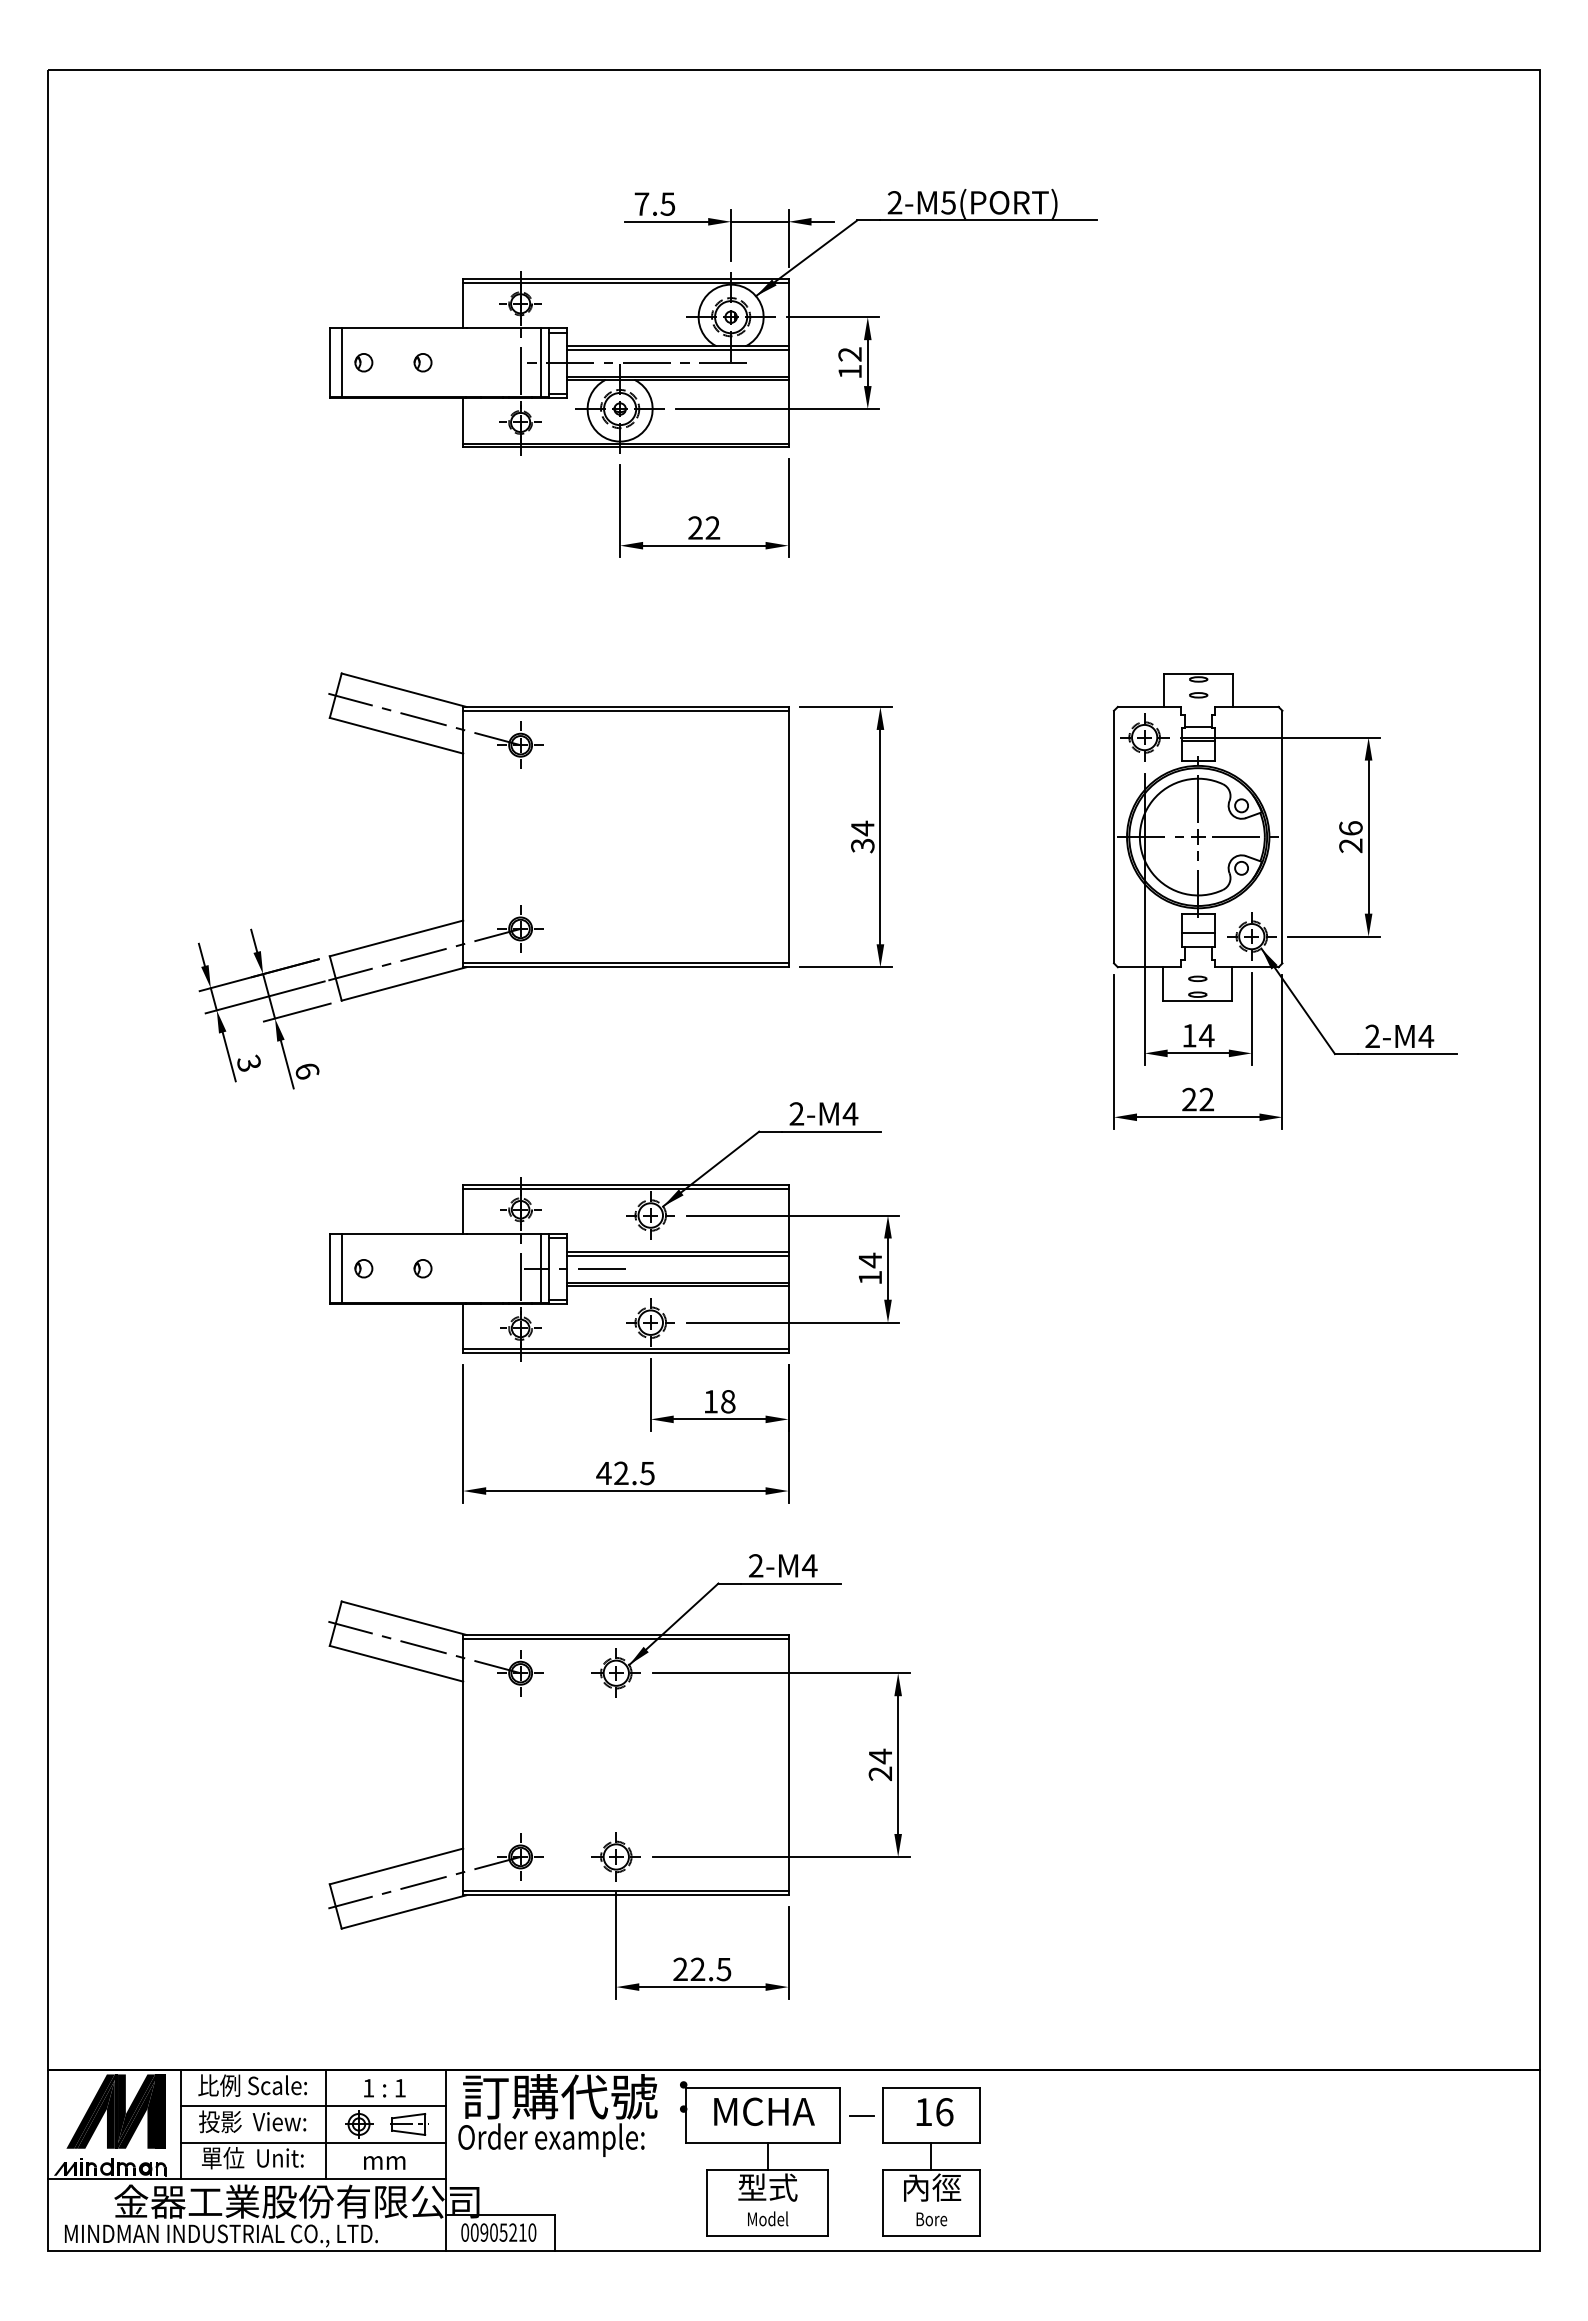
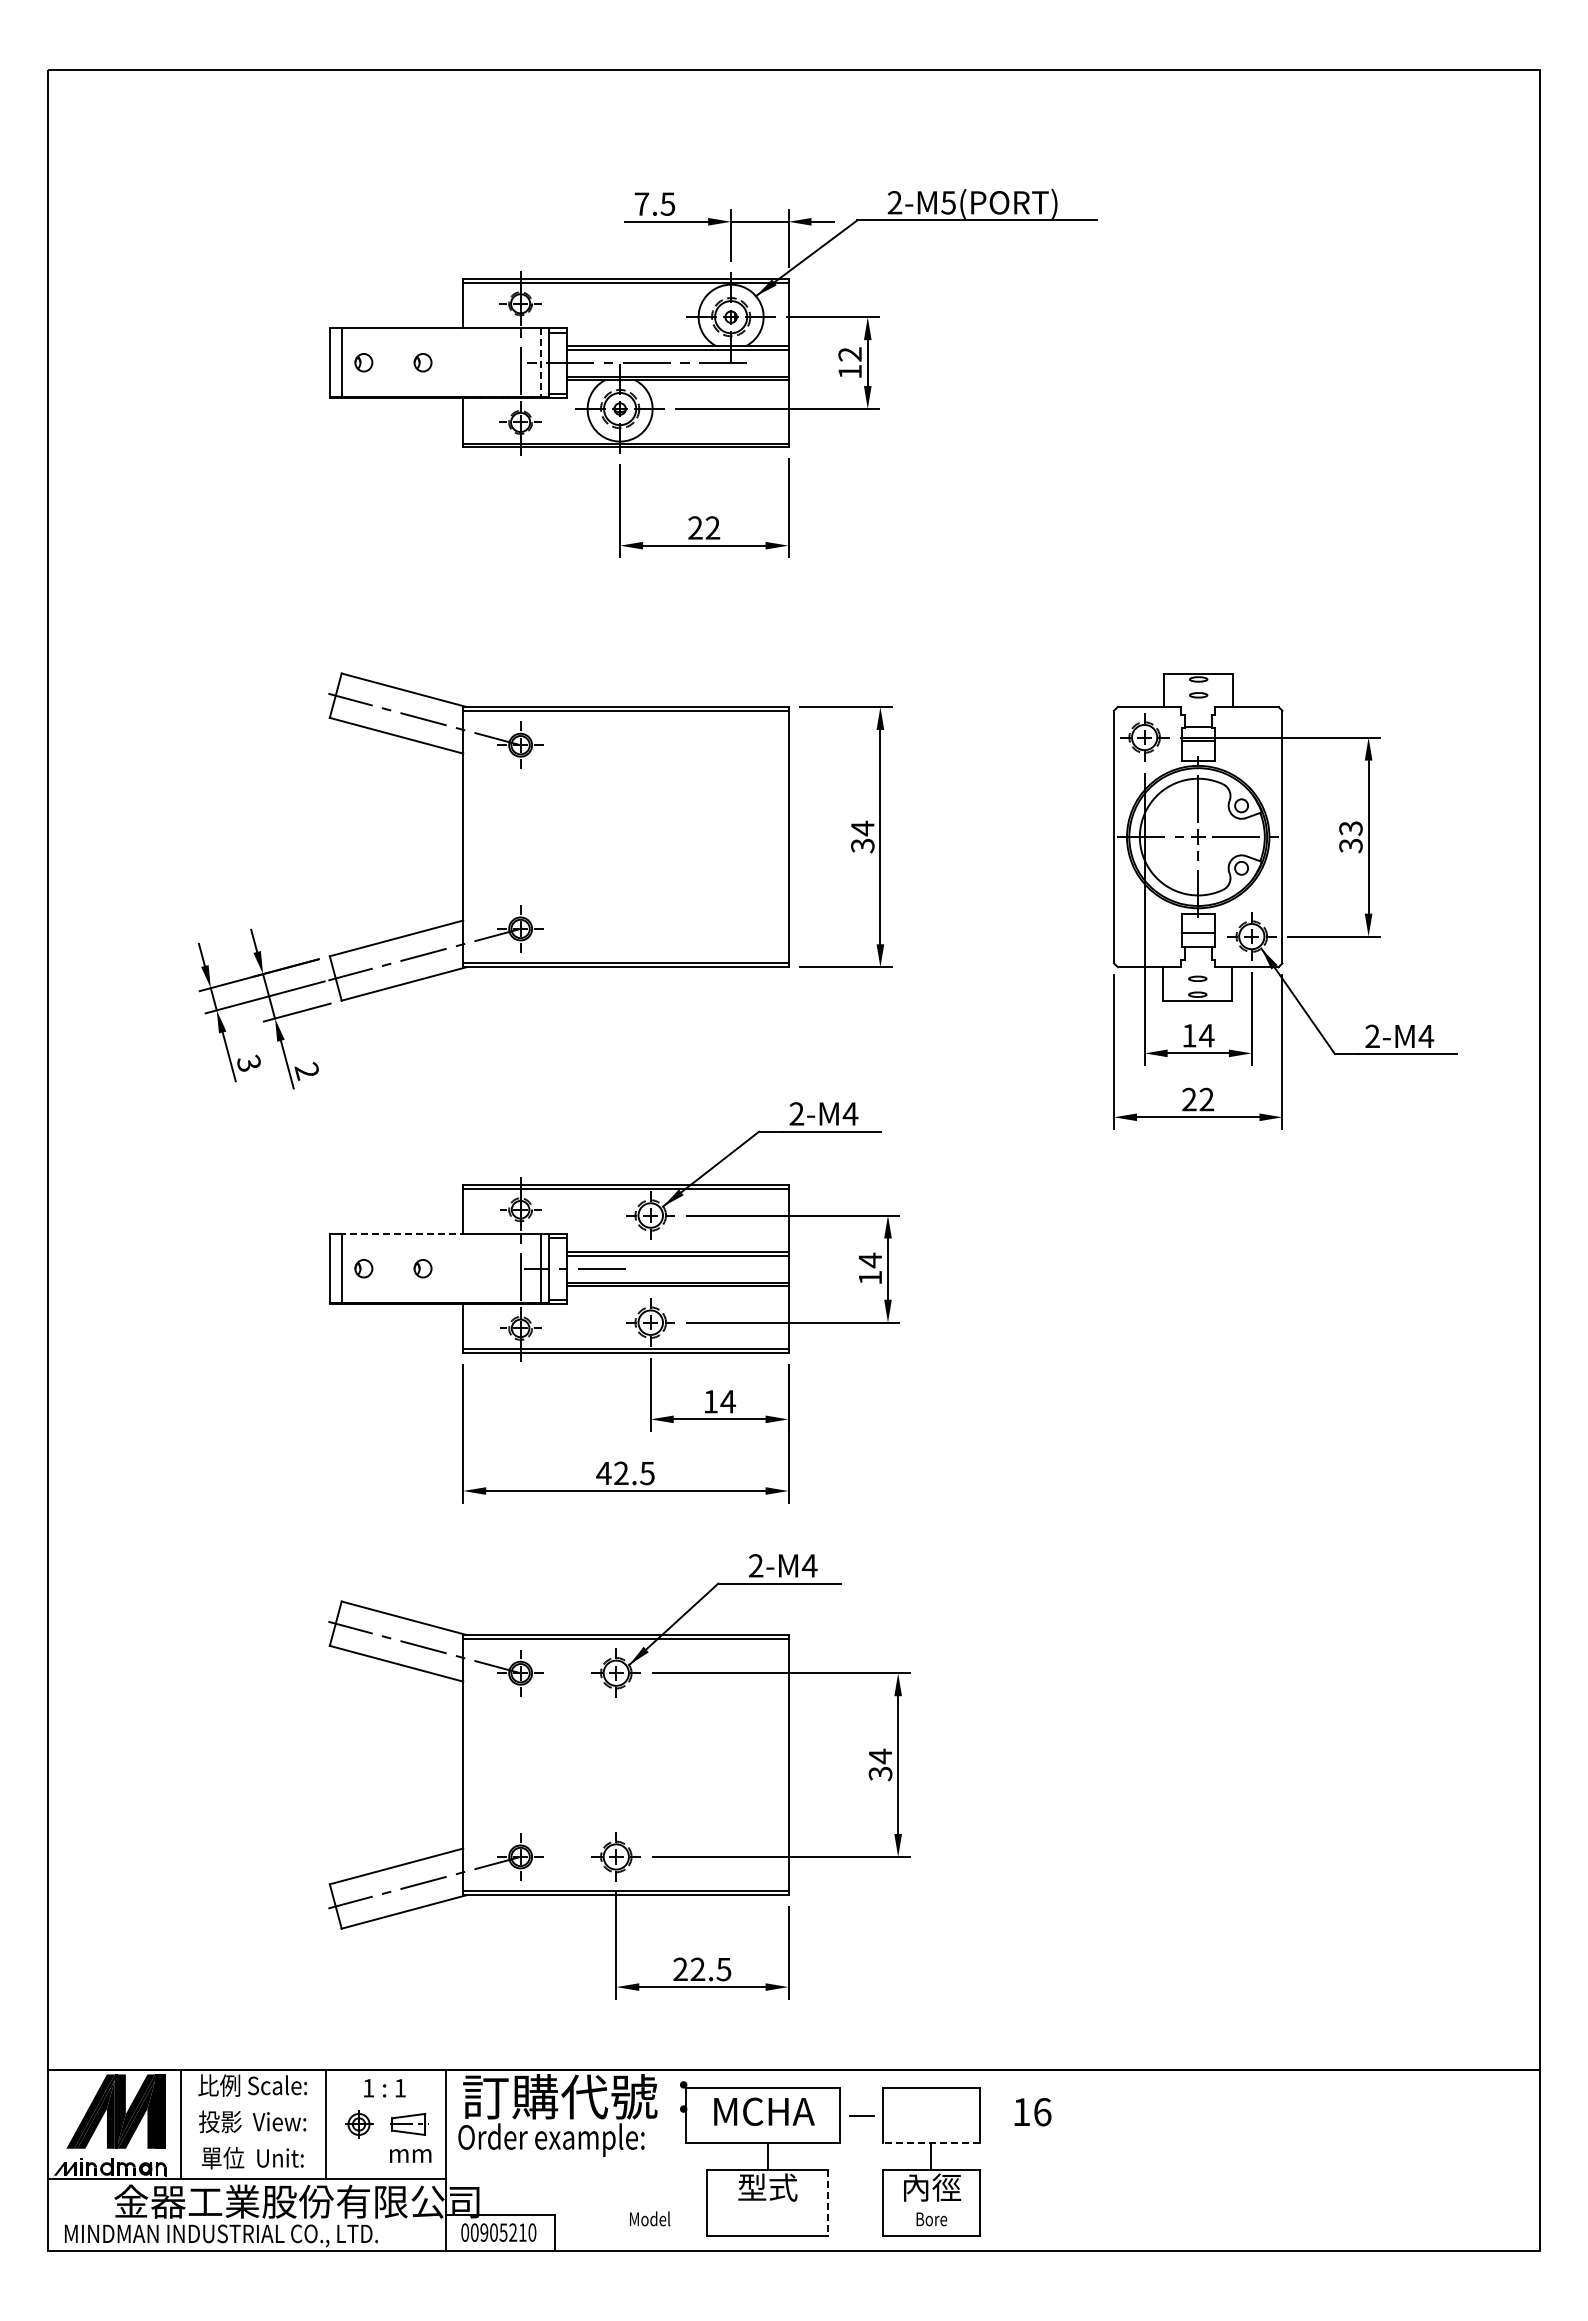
line at (541, 363): solid -> dashed
text at (1350, 837): 26 -> 33
text at (306, 1071): 6 -> 2
line at (403, 1234): solid -> dashed
text at (727, 1401): 18 -> 14
text at (880, 1773): 24 -> 34
line at (313, 2106): present -> none
text at (934, 2112) position: (934, 2112) -> (1032, 2112)
line at (313, 2142): present -> none
line at (930, 2142): solid -> dashed
text at (384, 2162) position: (384, 2162) -> (410, 2155)
line at (828, 2203): solid -> dashed
text at (768, 2218) position: (768, 2218) -> (650, 2218)
